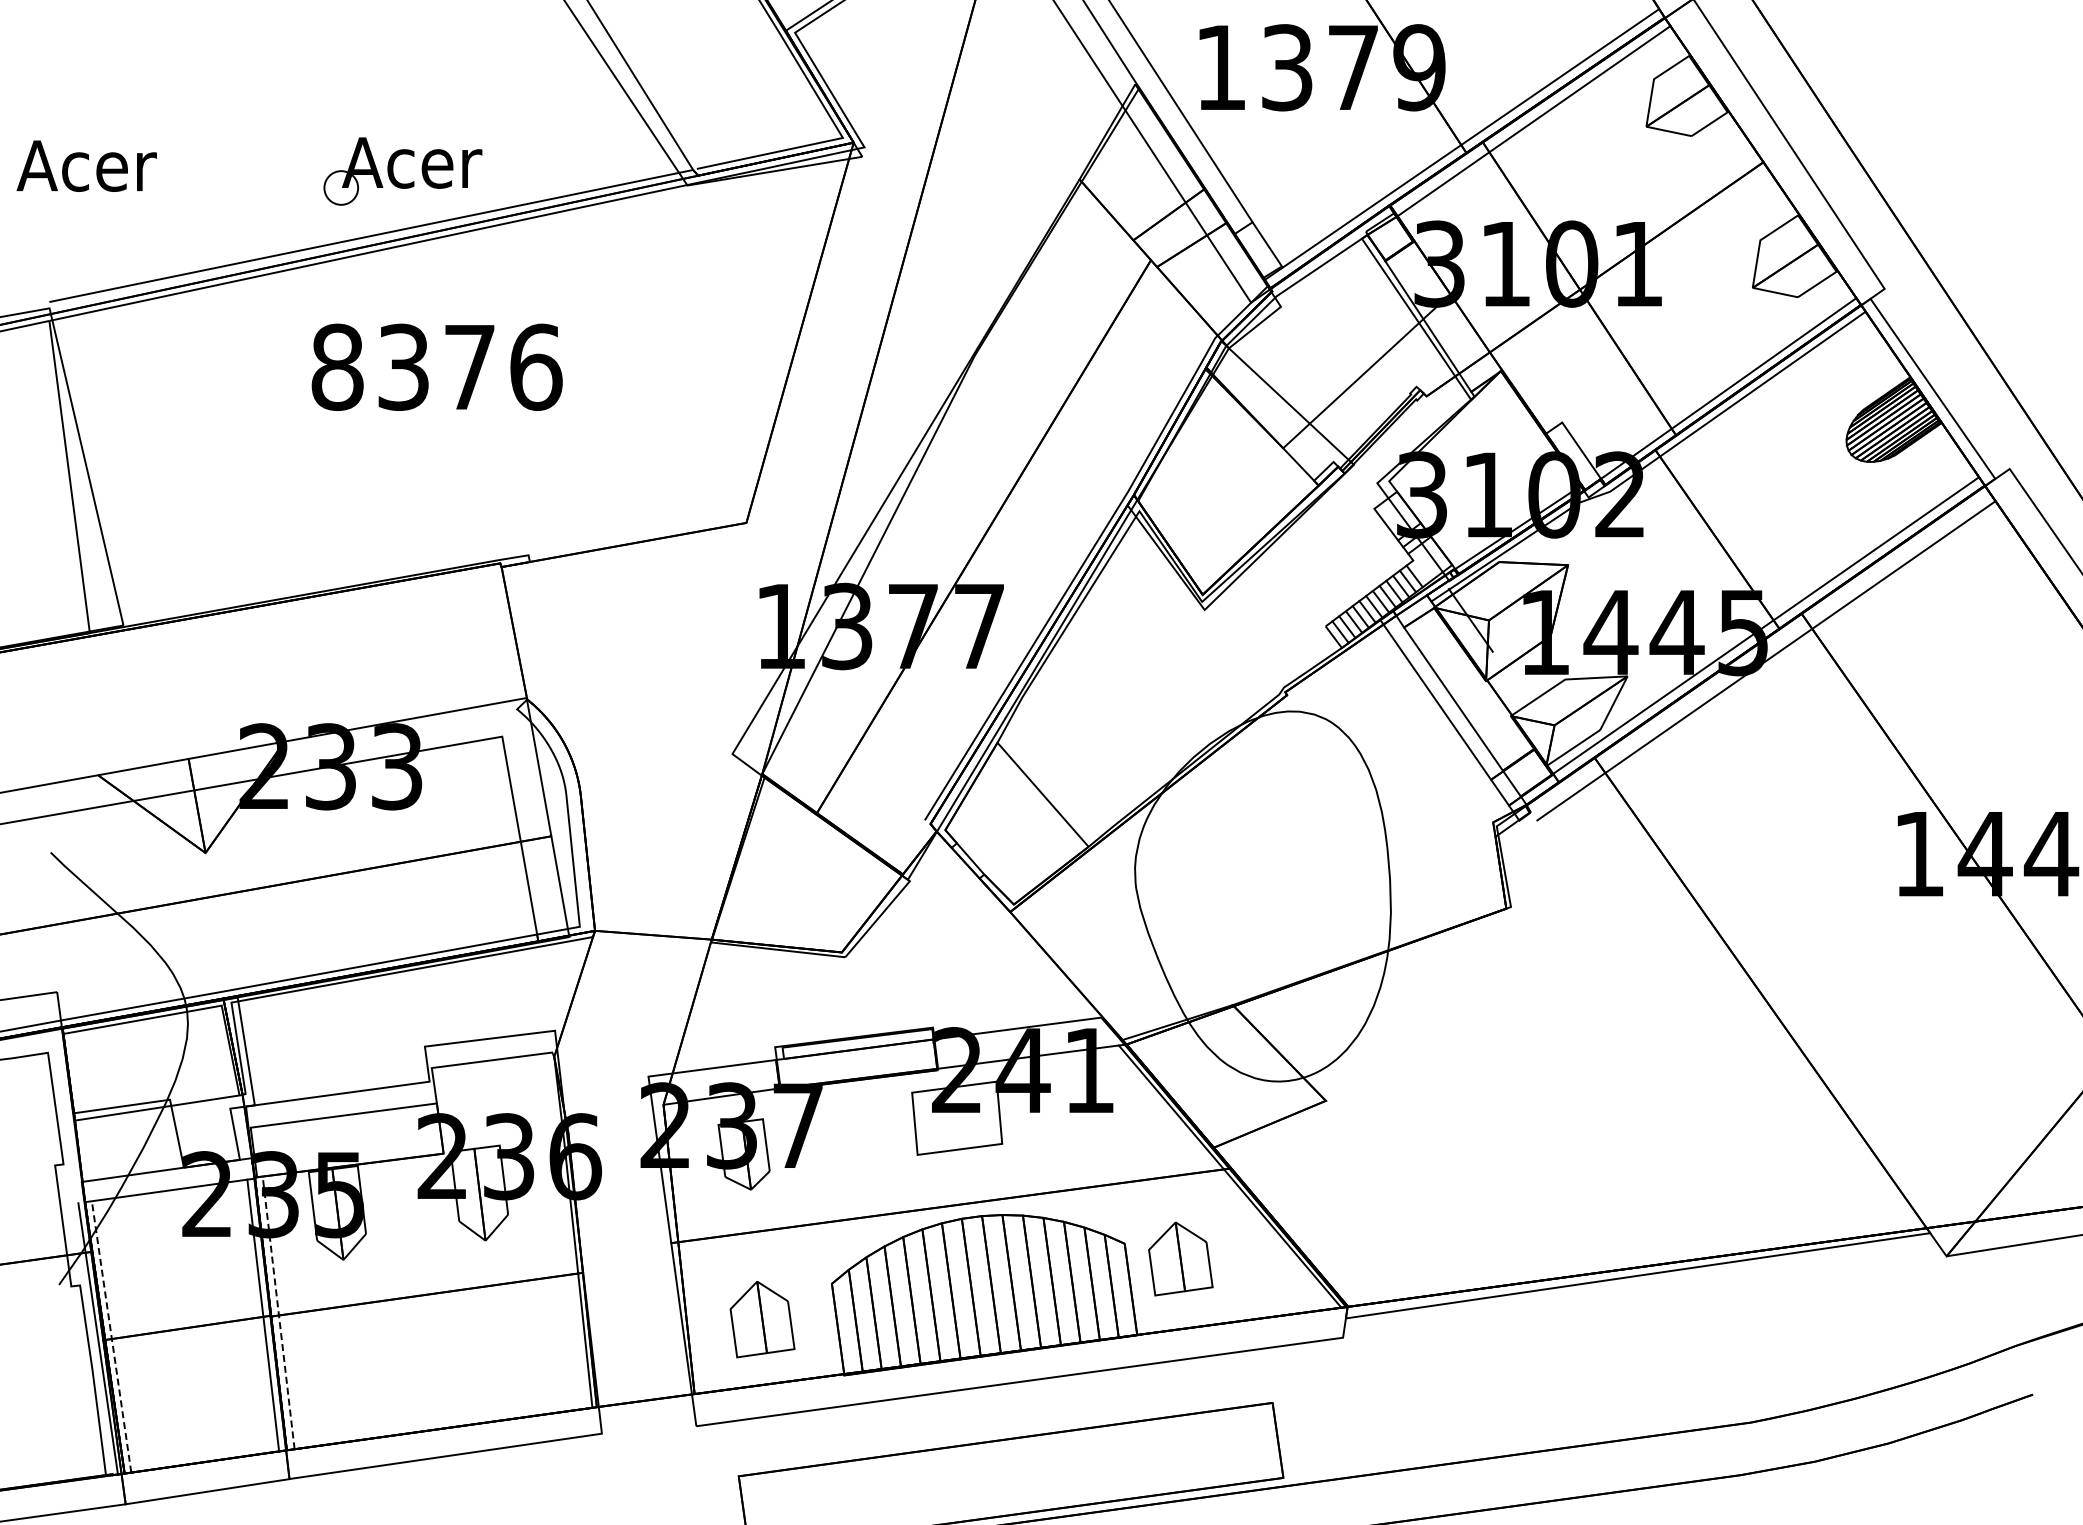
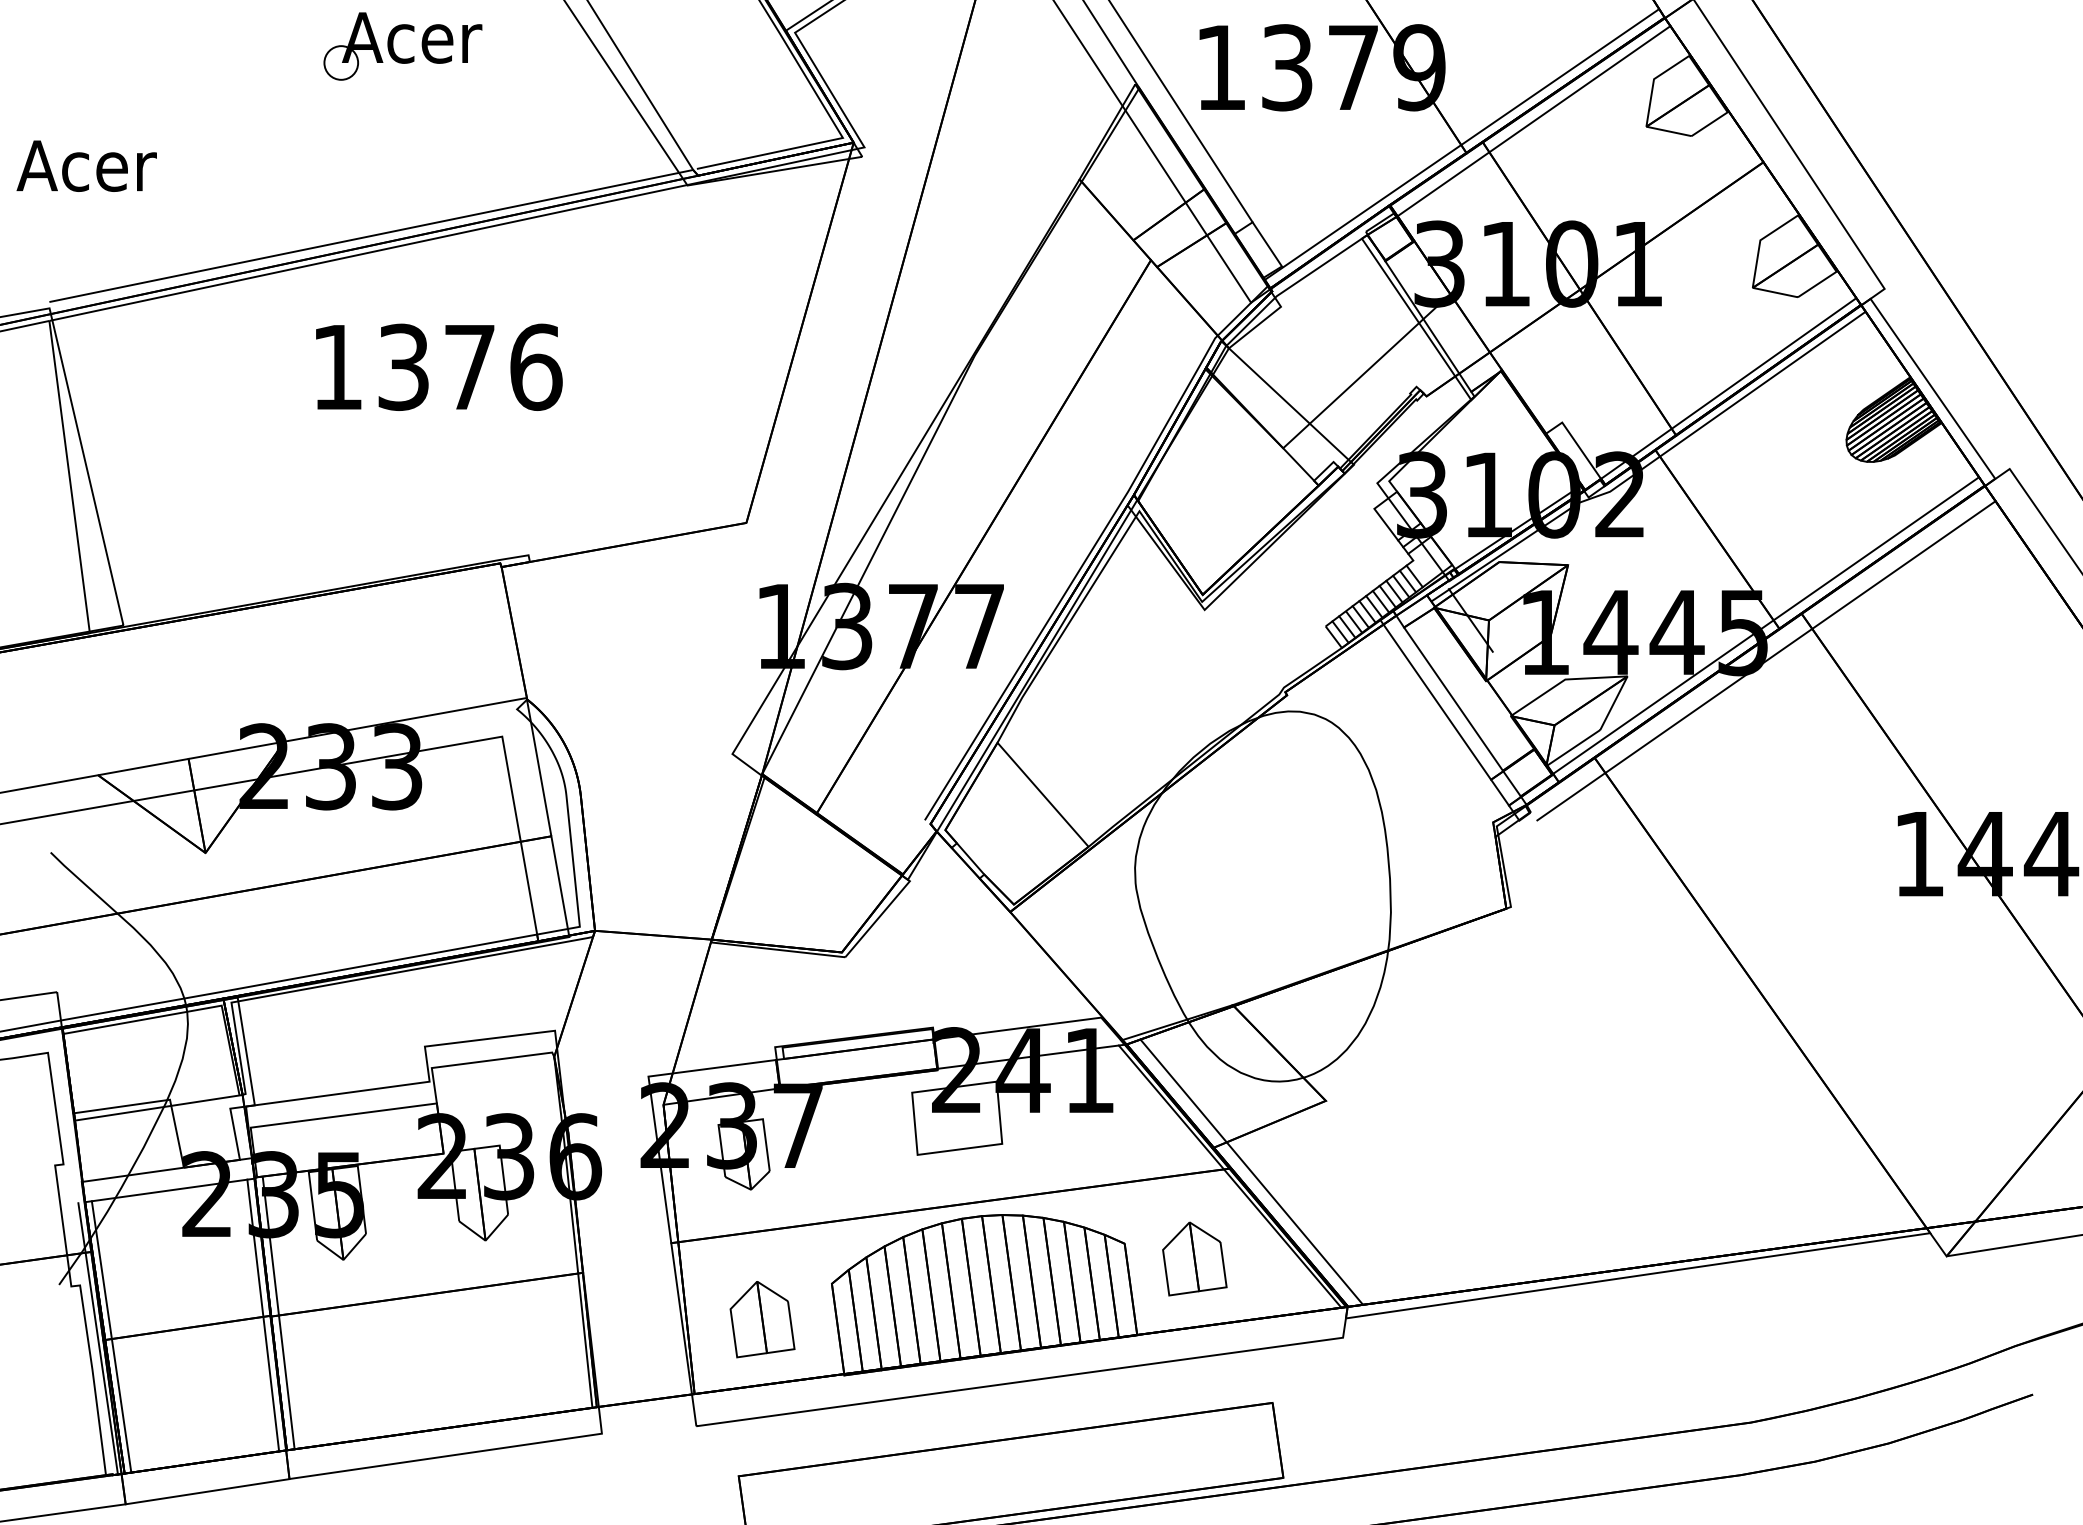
part at (394, 175) position: (394, 175) -> (394, 50)
text at (337, 366): 8376 -> 1376
line at (1251, 1171): none -> present
part at (1180, 1258) position: (1180, 1258) -> (1194, 1258)
line at (278, 1313): dashed -> solid
line at (111, 1336): dashed -> solid
